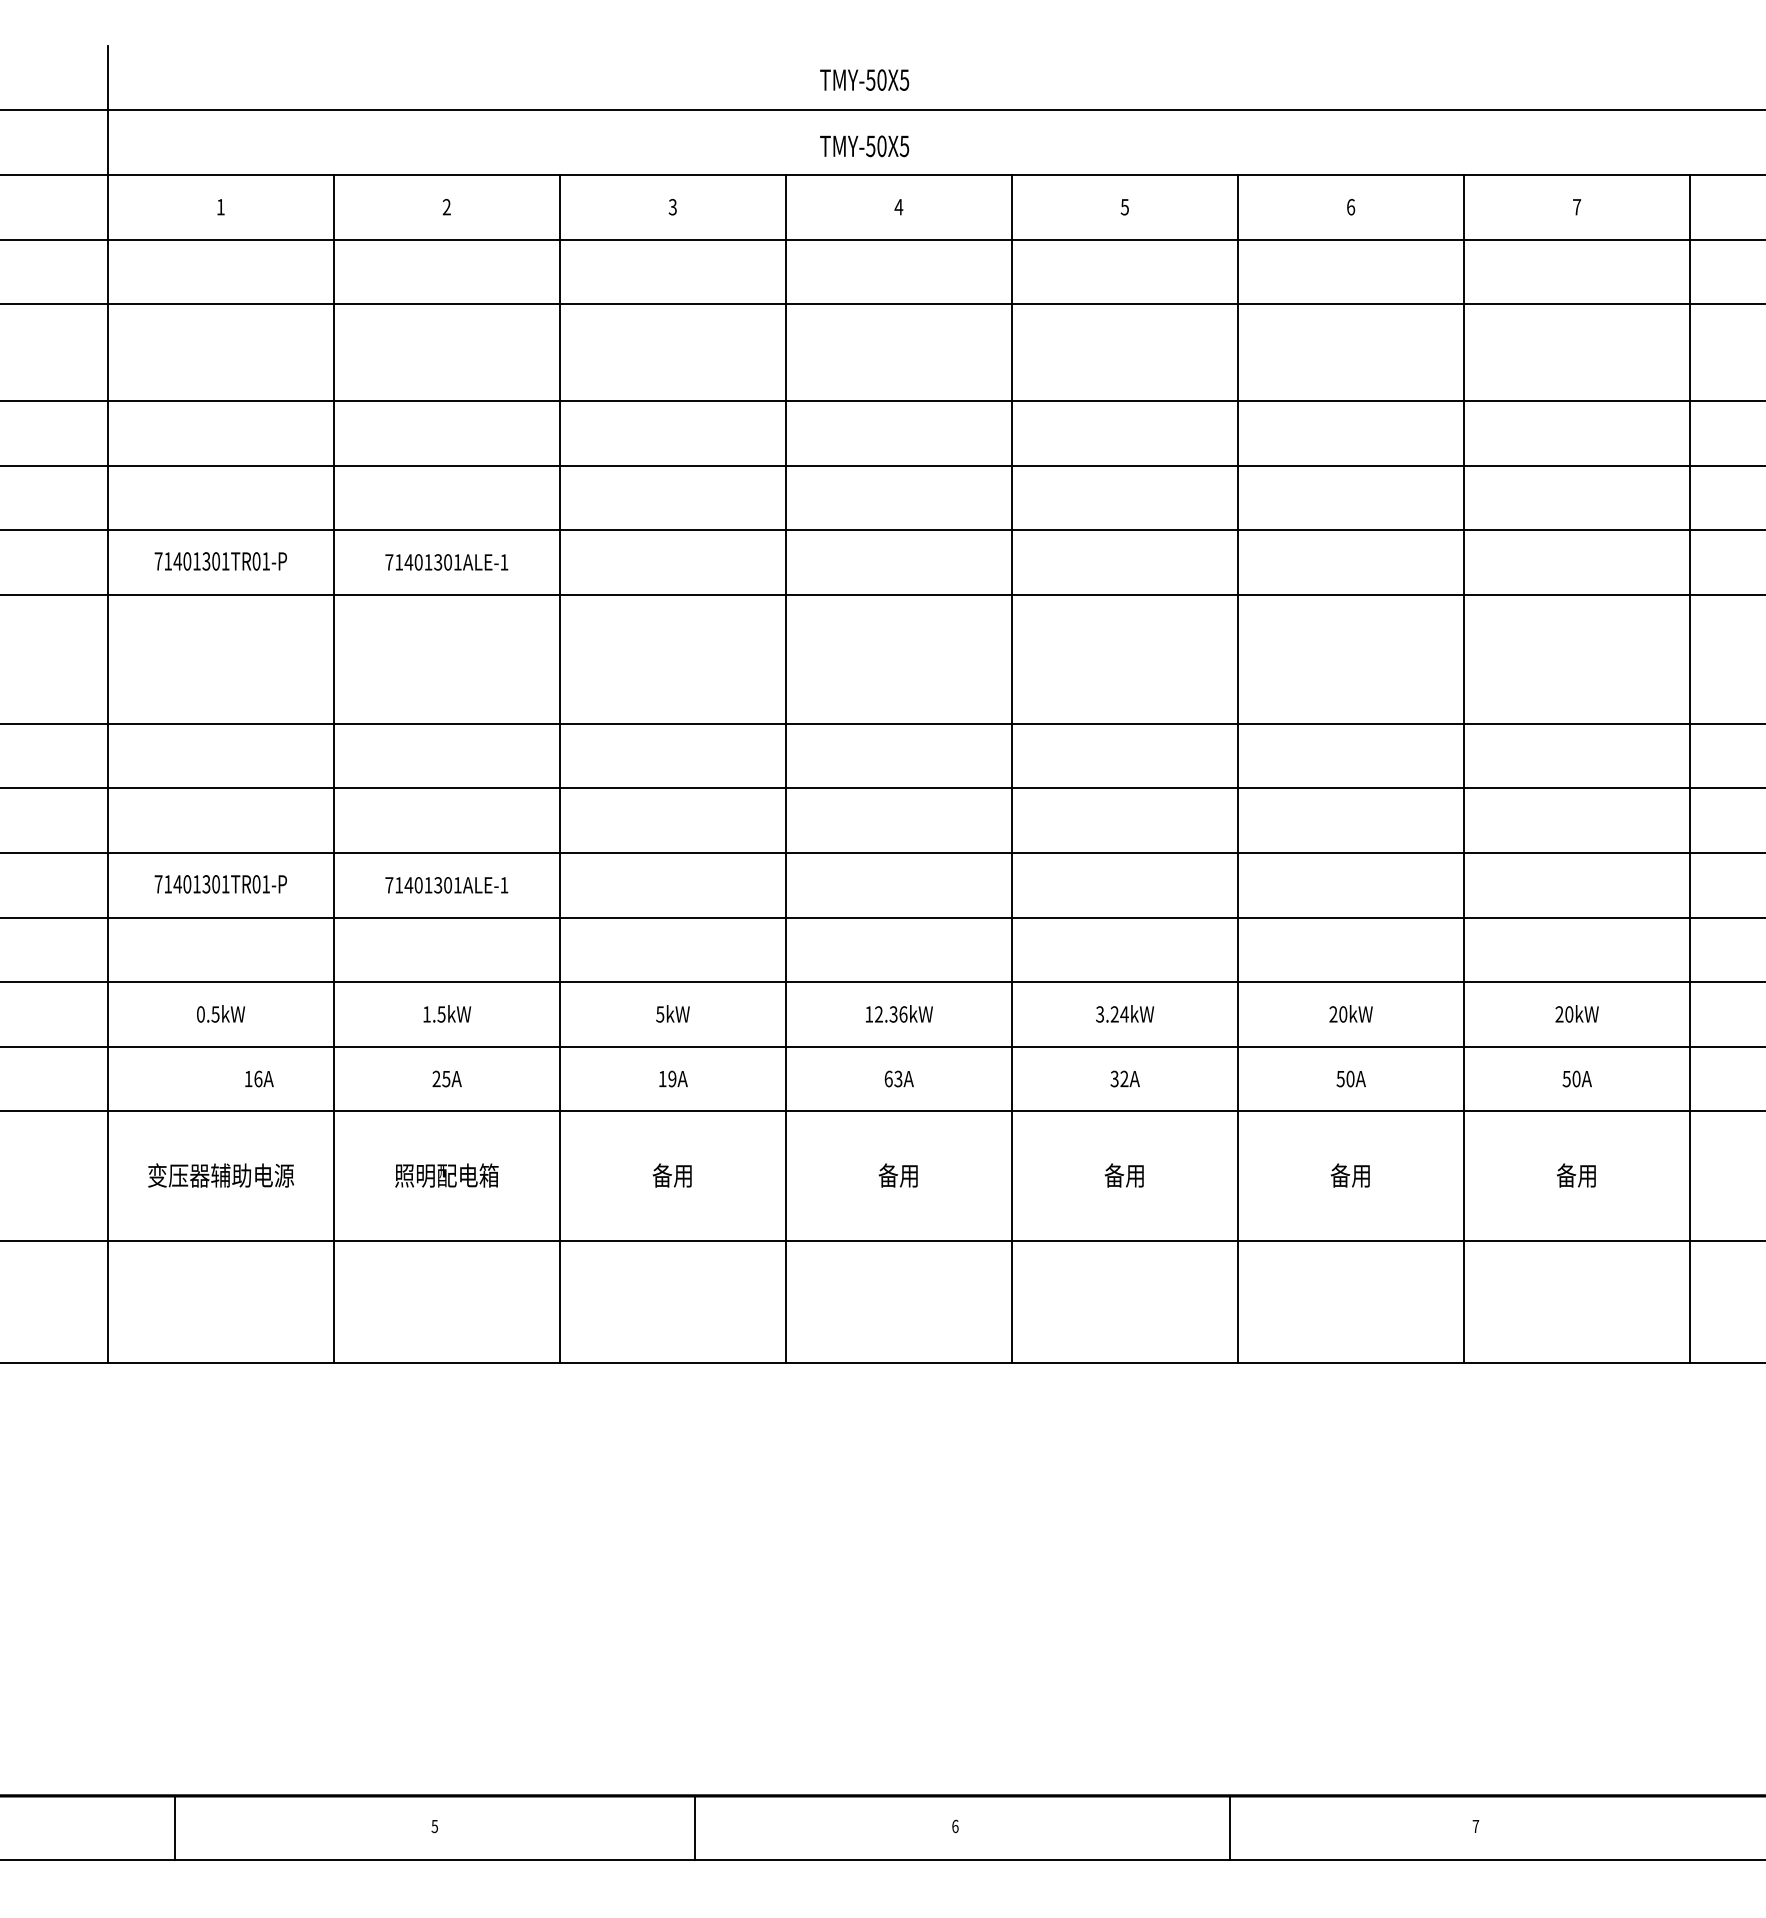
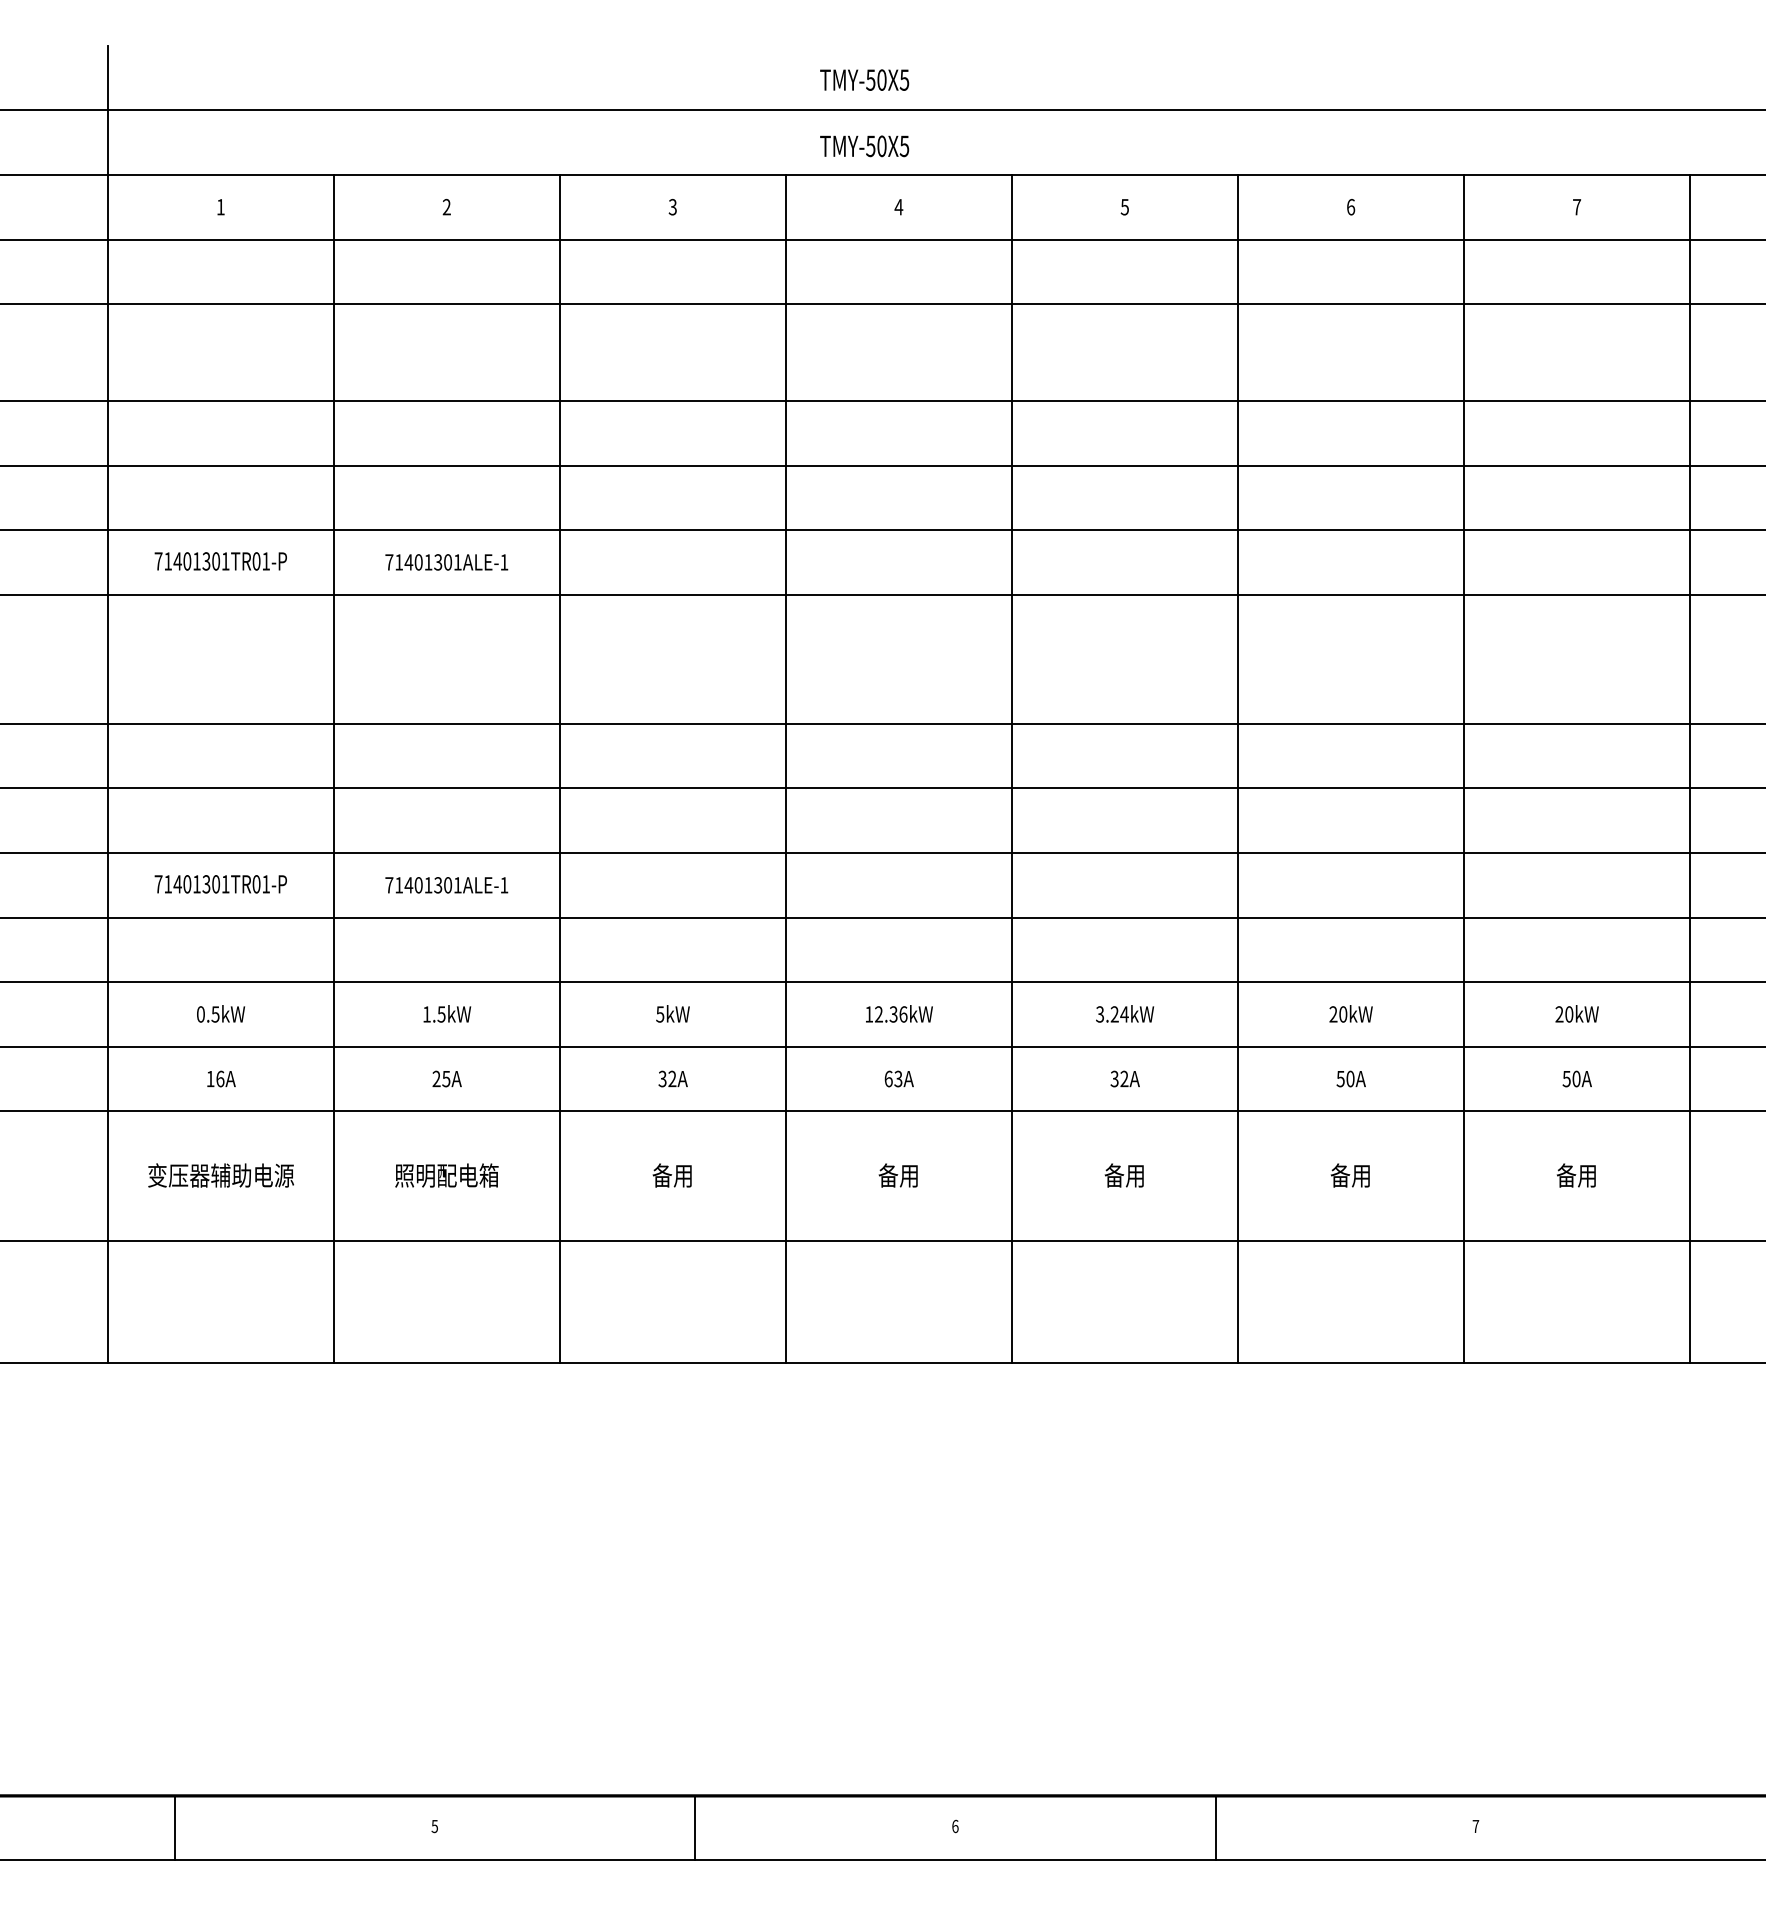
text at (259, 1078) position: (259, 1078) -> (221, 1078)
text at (667, 1078): 19A -> 32A
line at (1229, 1827) position: (1229, 1827) -> (1215, 1827)
